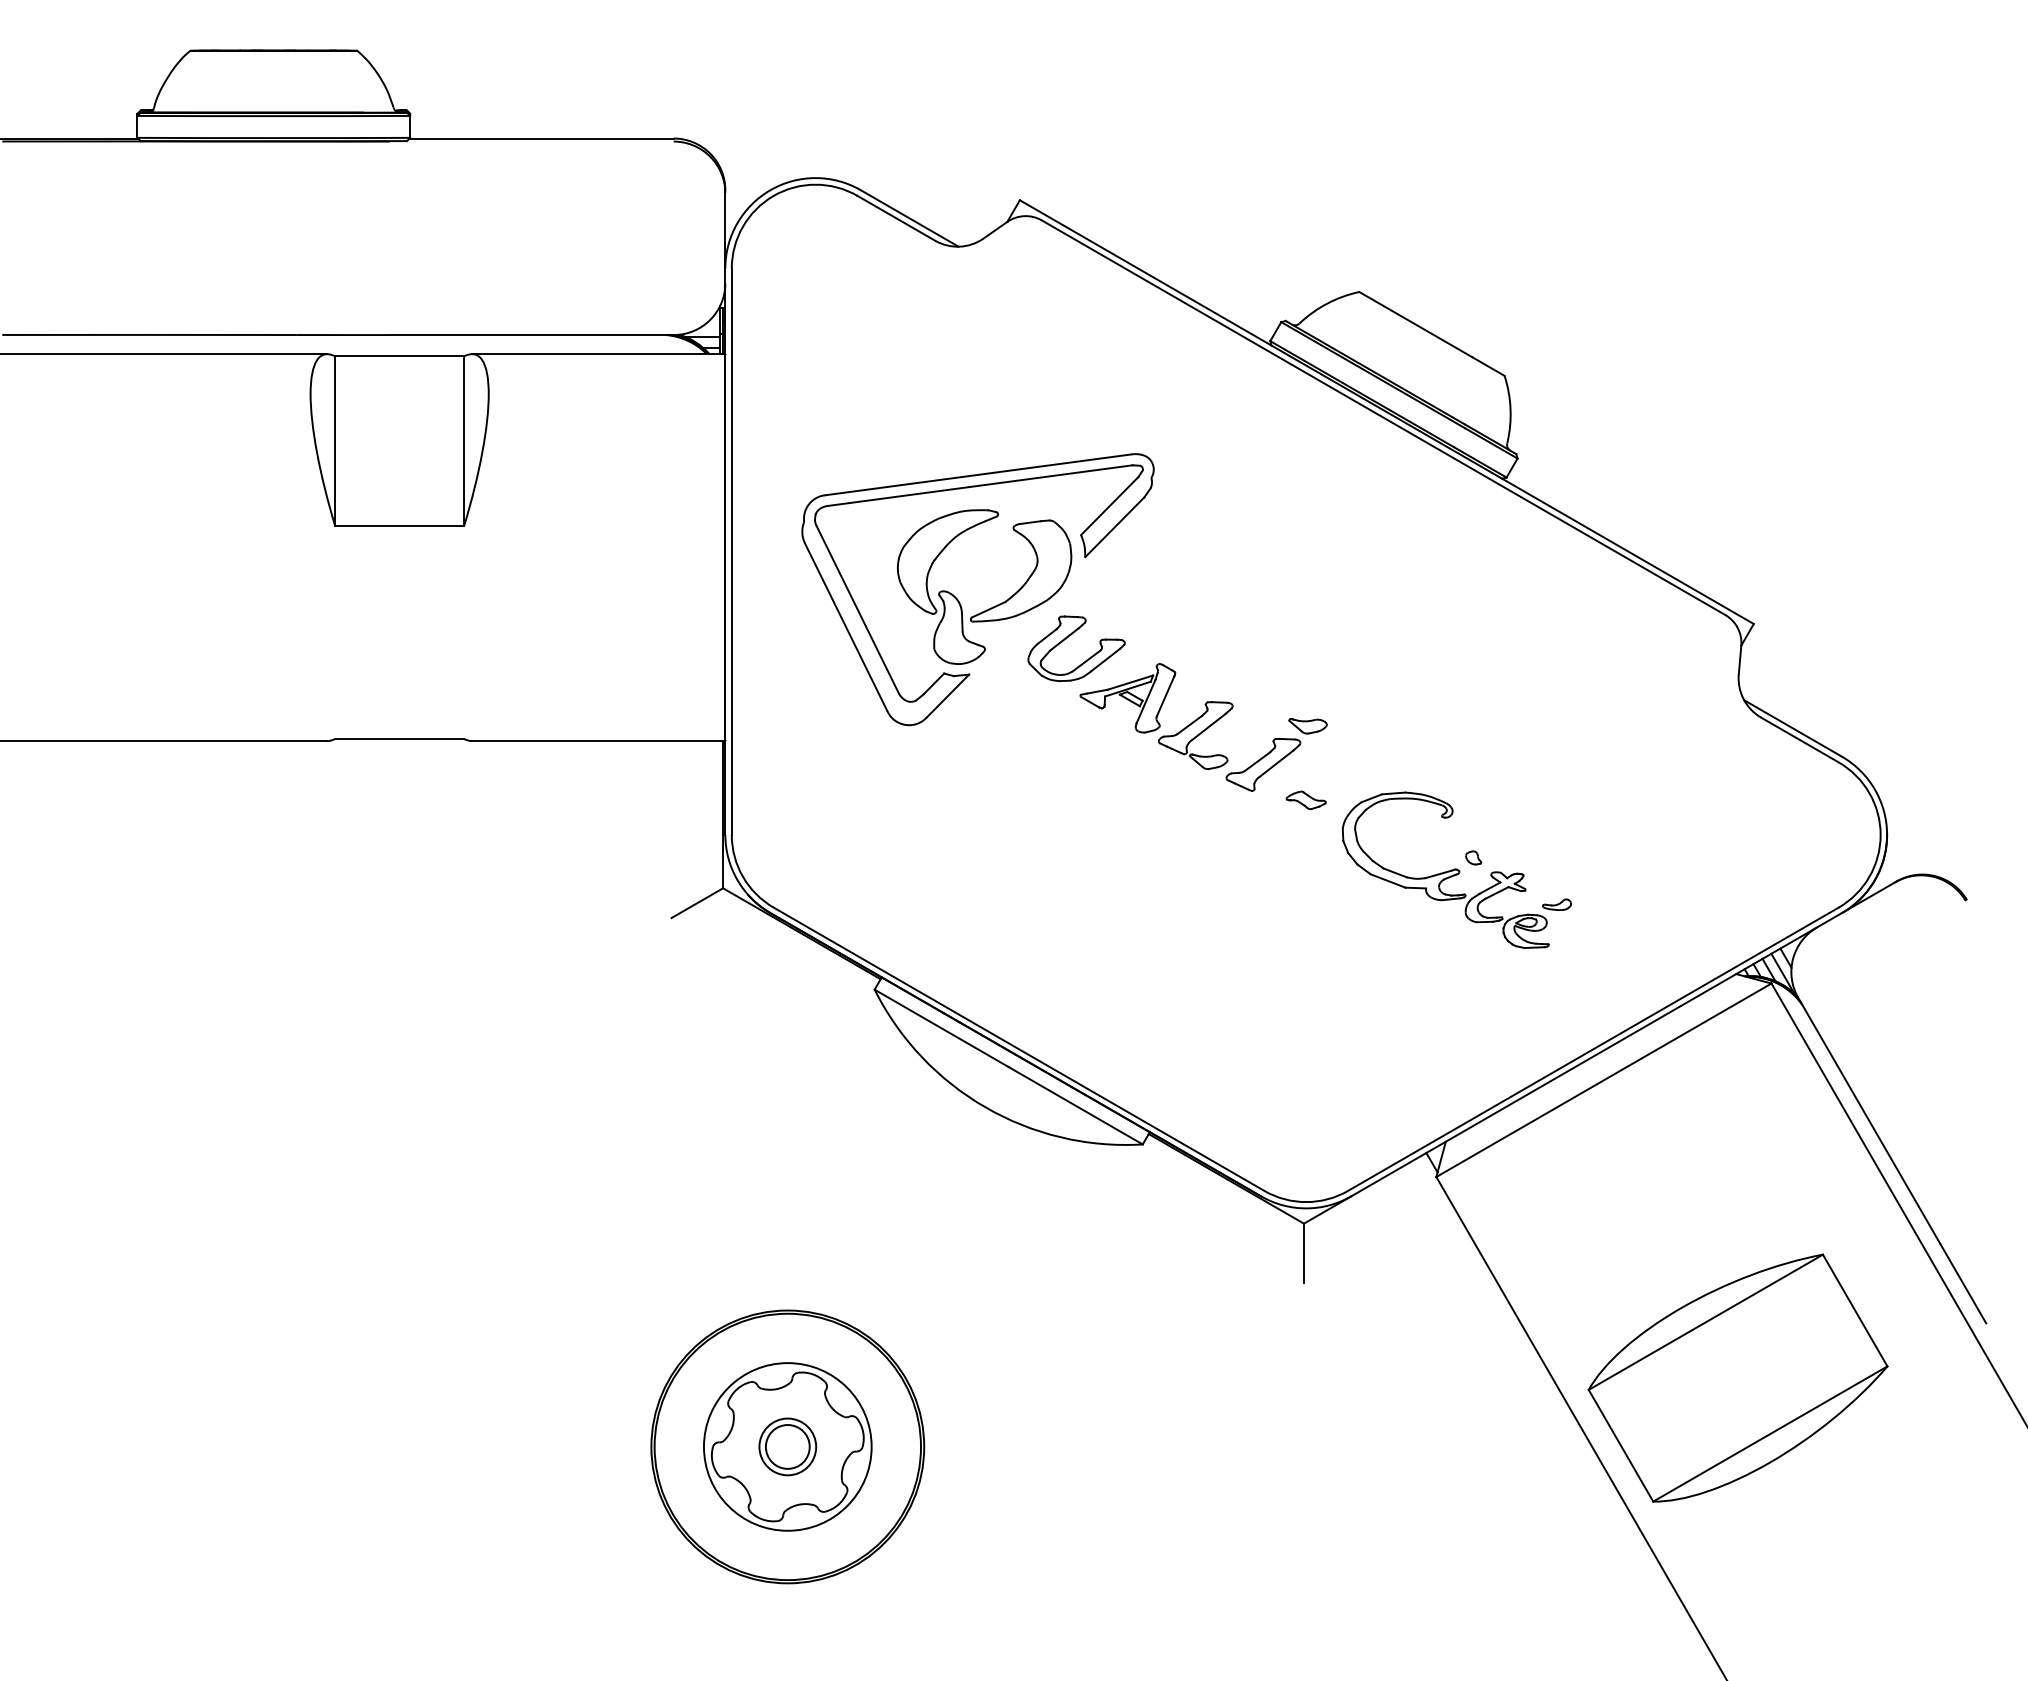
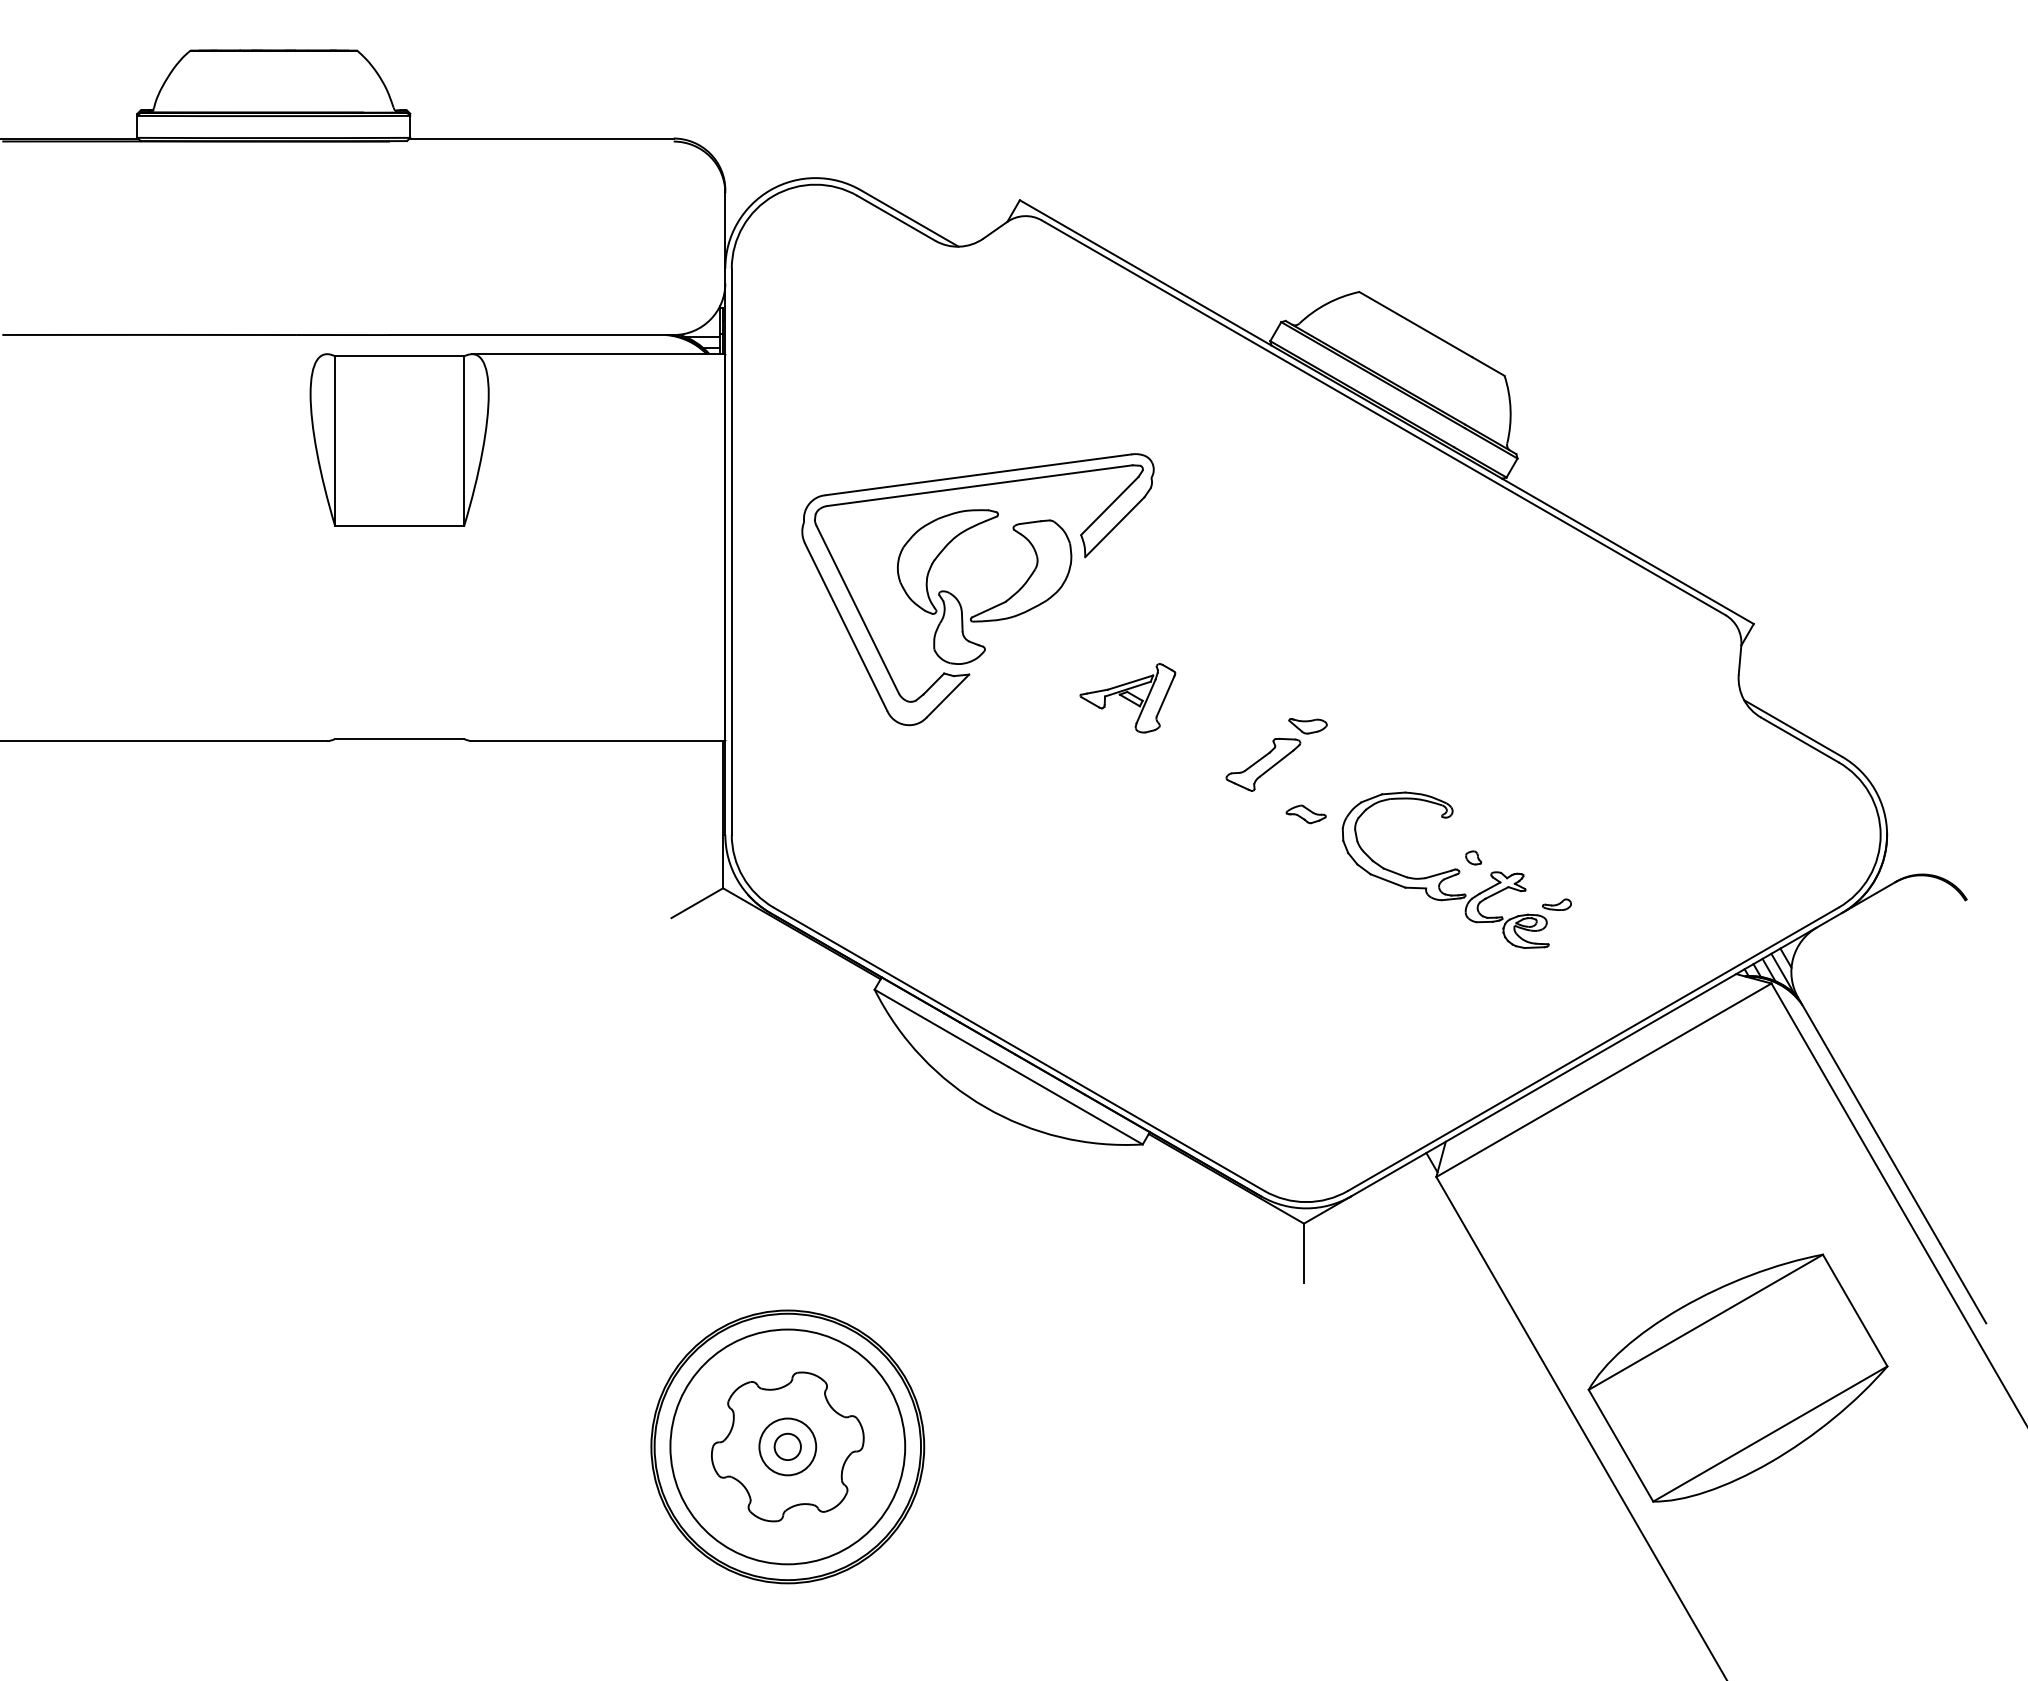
line at (164, 354): present -> none
part at (1067, 638): present -> none
part at (1195, 735): present -> none
part at (1305, 800) position: (1305, 800) -> (1305, 814)
circle at (787, 1446) diameter: 168 px -> 235 px
circle at (787, 1446) diameter: 44 px -> 26 px
